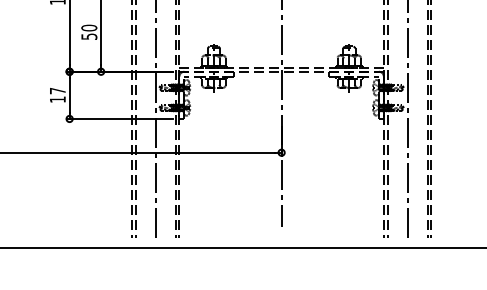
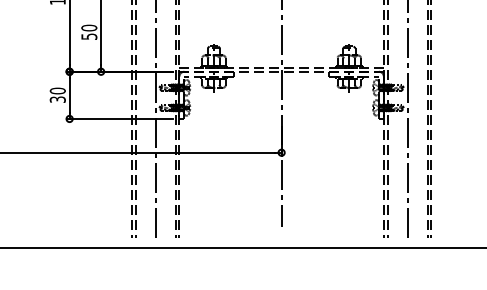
text at (57, 94): 17 -> 30
